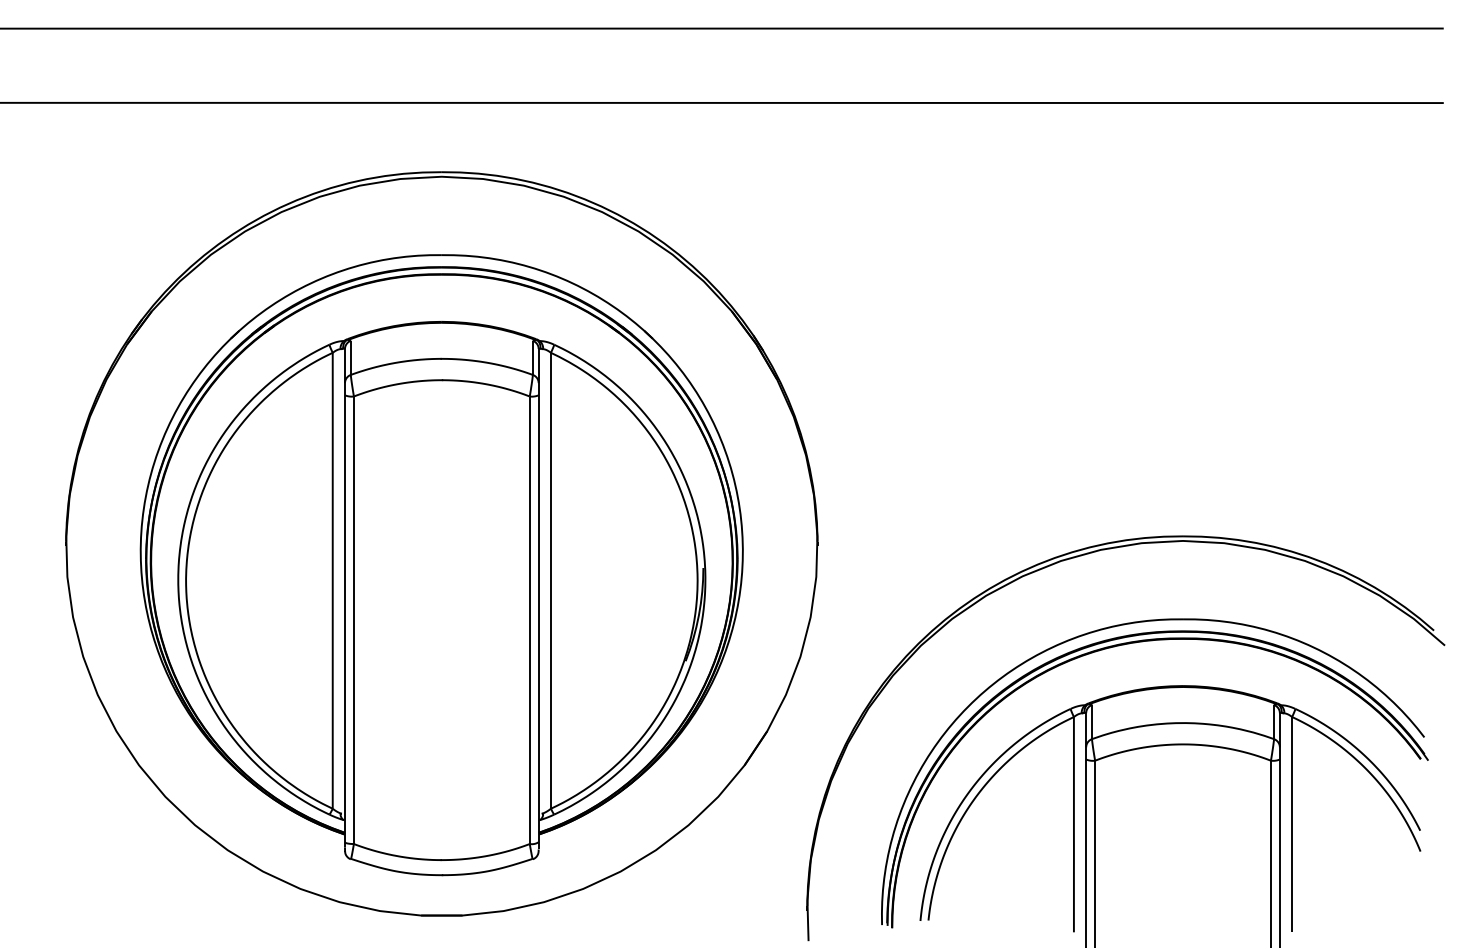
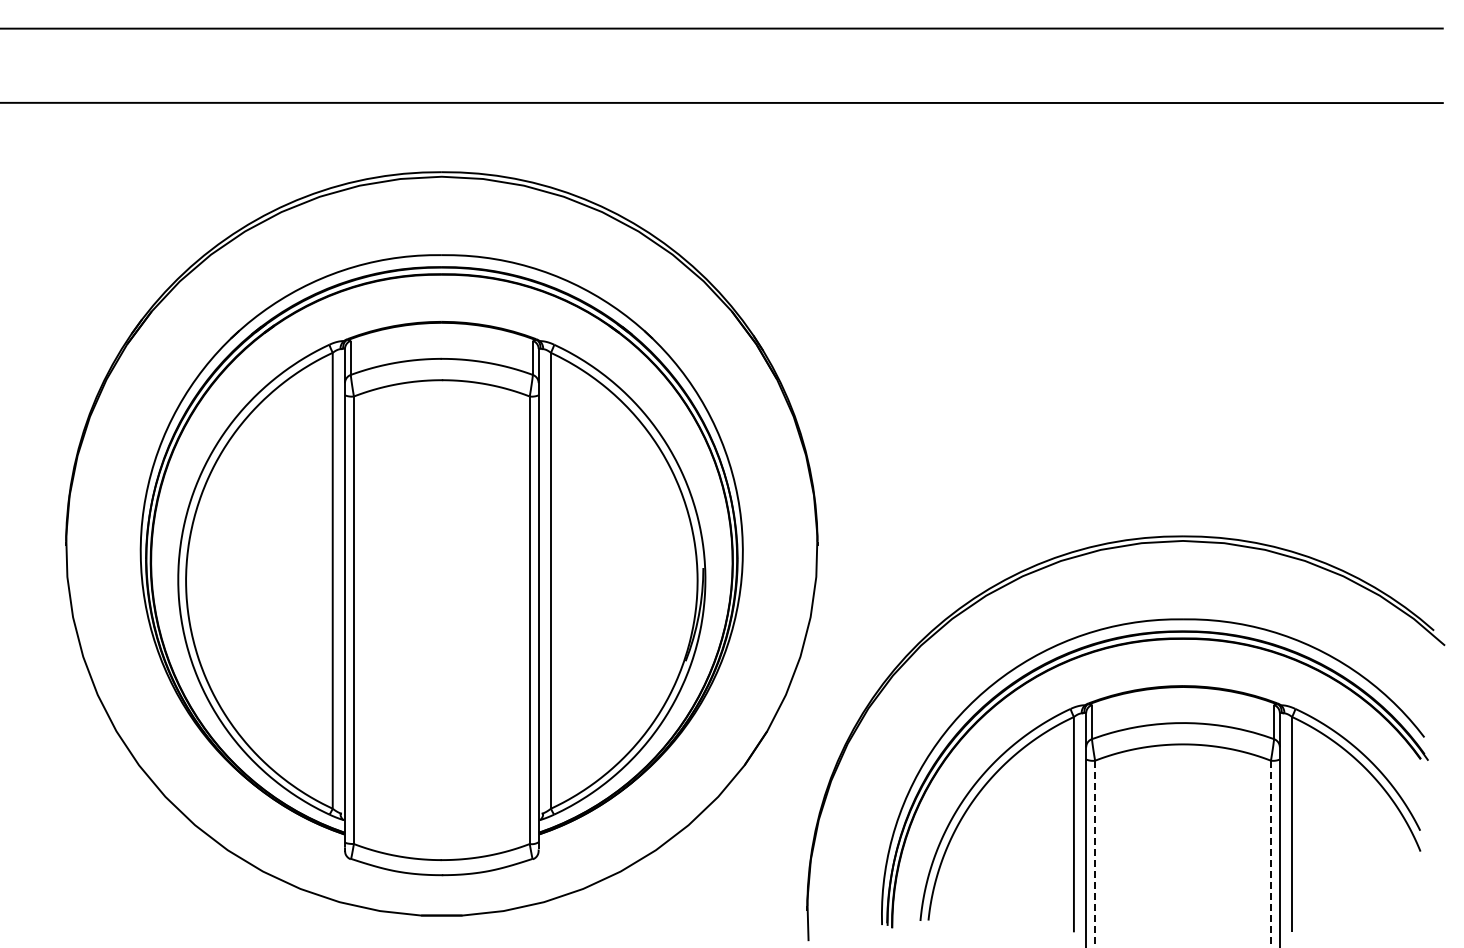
line at (1095, 853): solid -> dashed
line at (1270, 854): solid -> dashed
